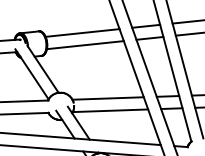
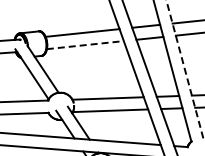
line at (85, 45): solid -> dashed
line at (184, 68): solid -> dashed
